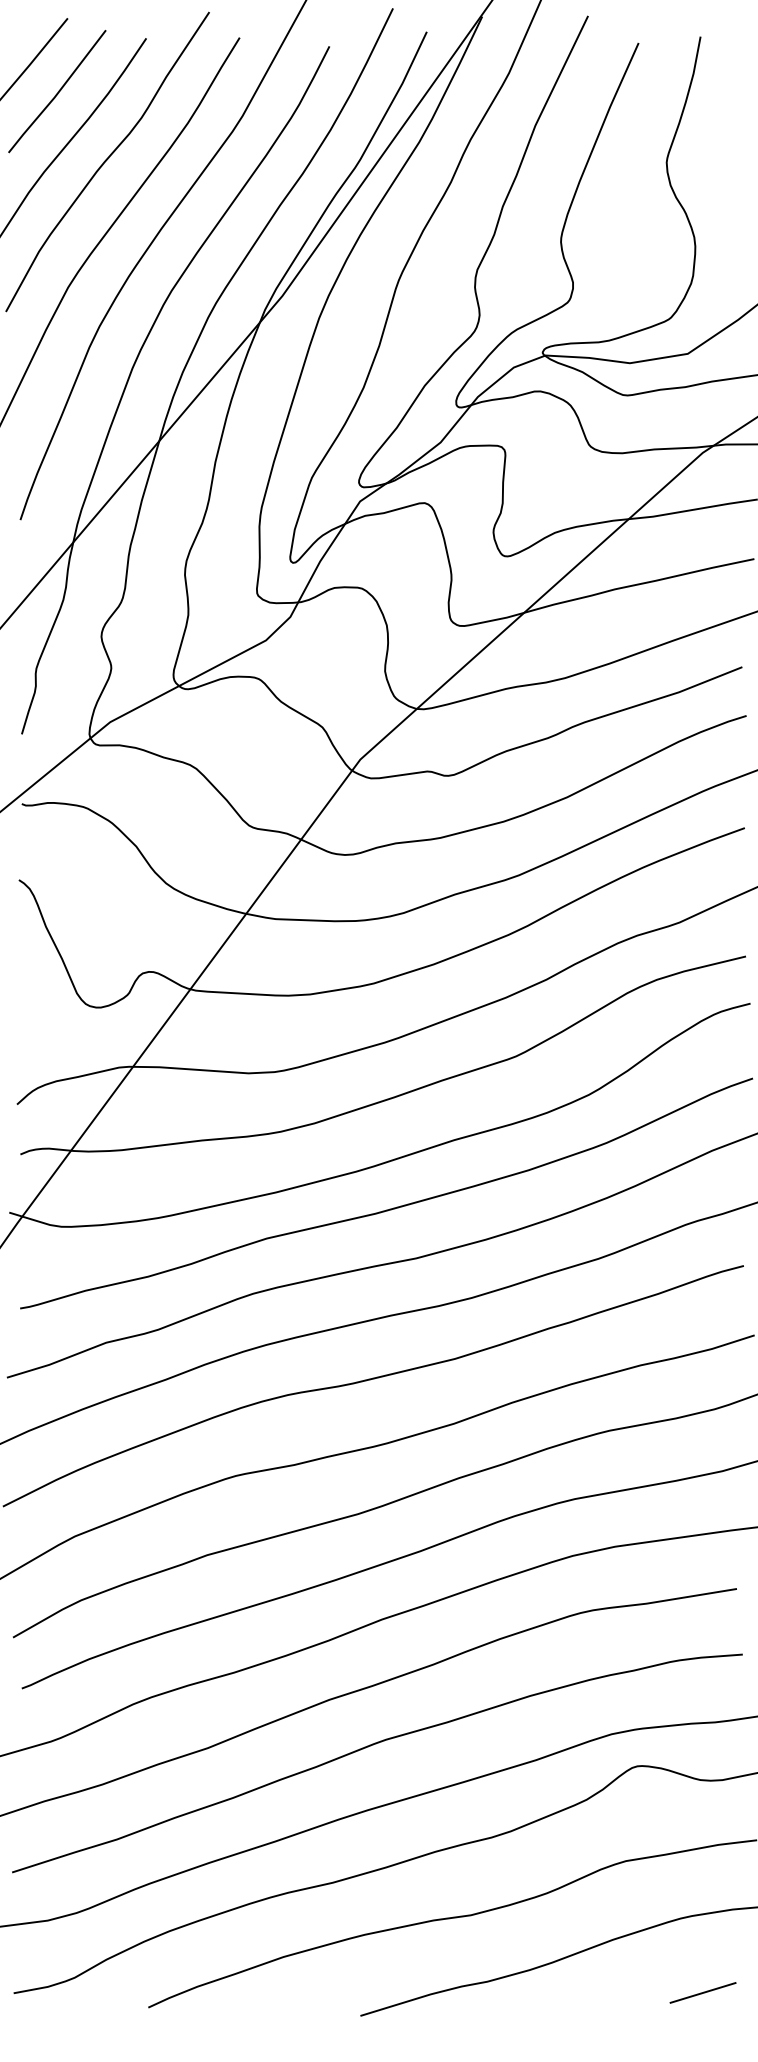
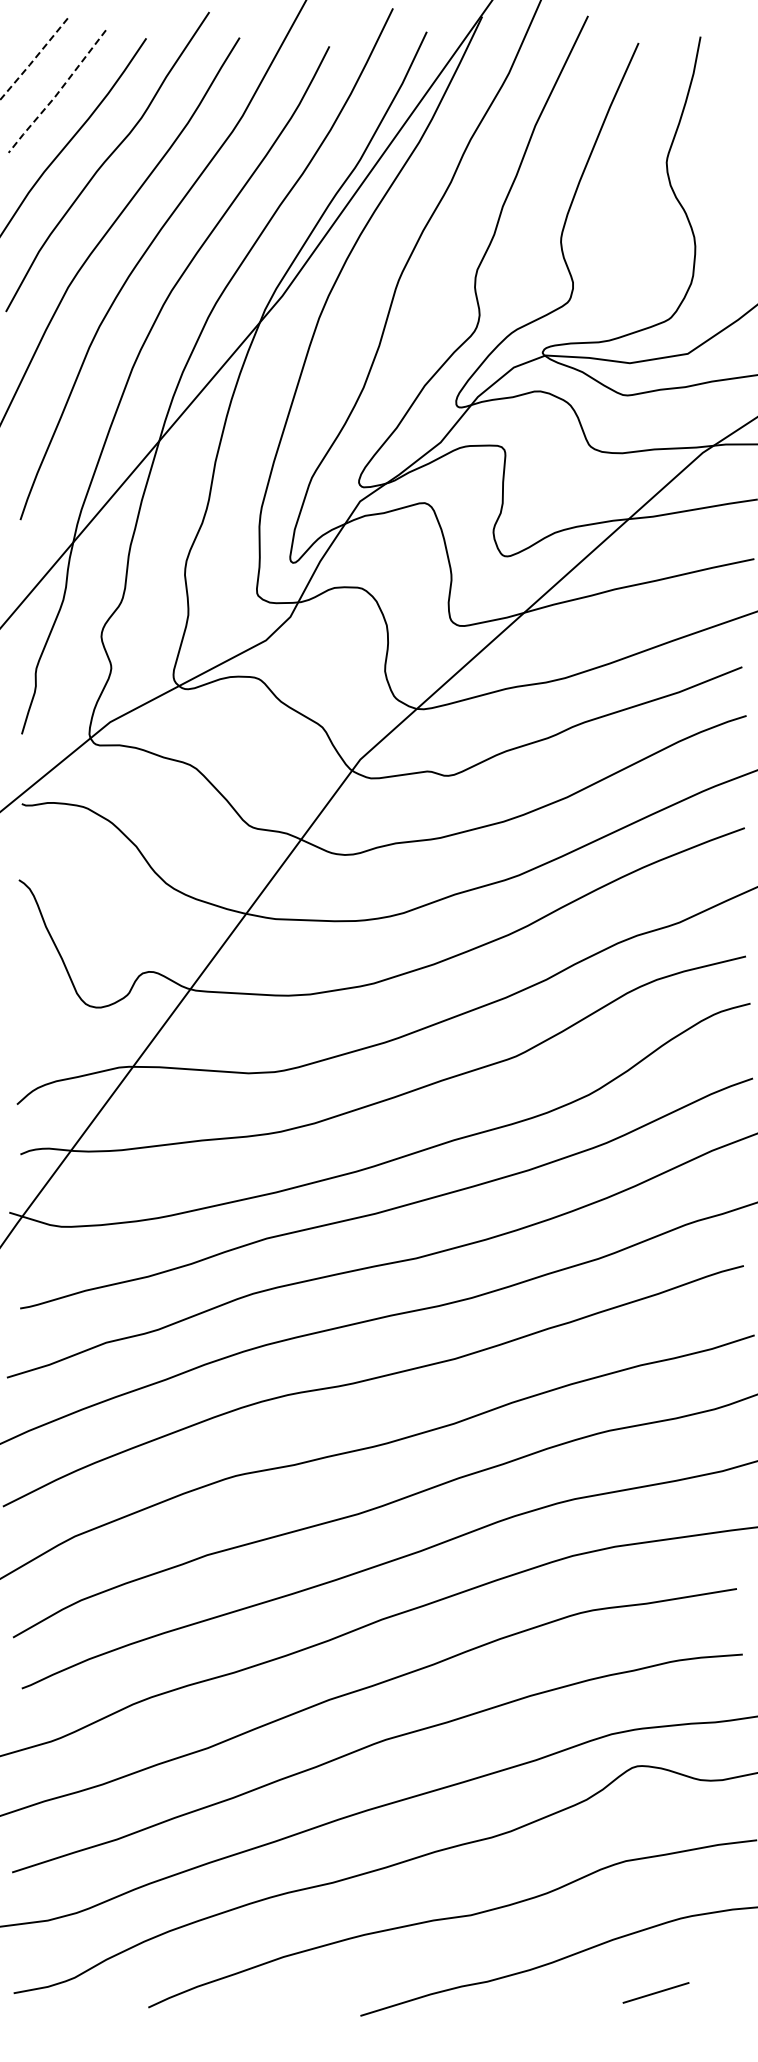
line at (34, 59): solid -> dashed
line at (57, 93): solid -> dashed
line at (702, 1992) position: (702, 1992) -> (655, 1992)
